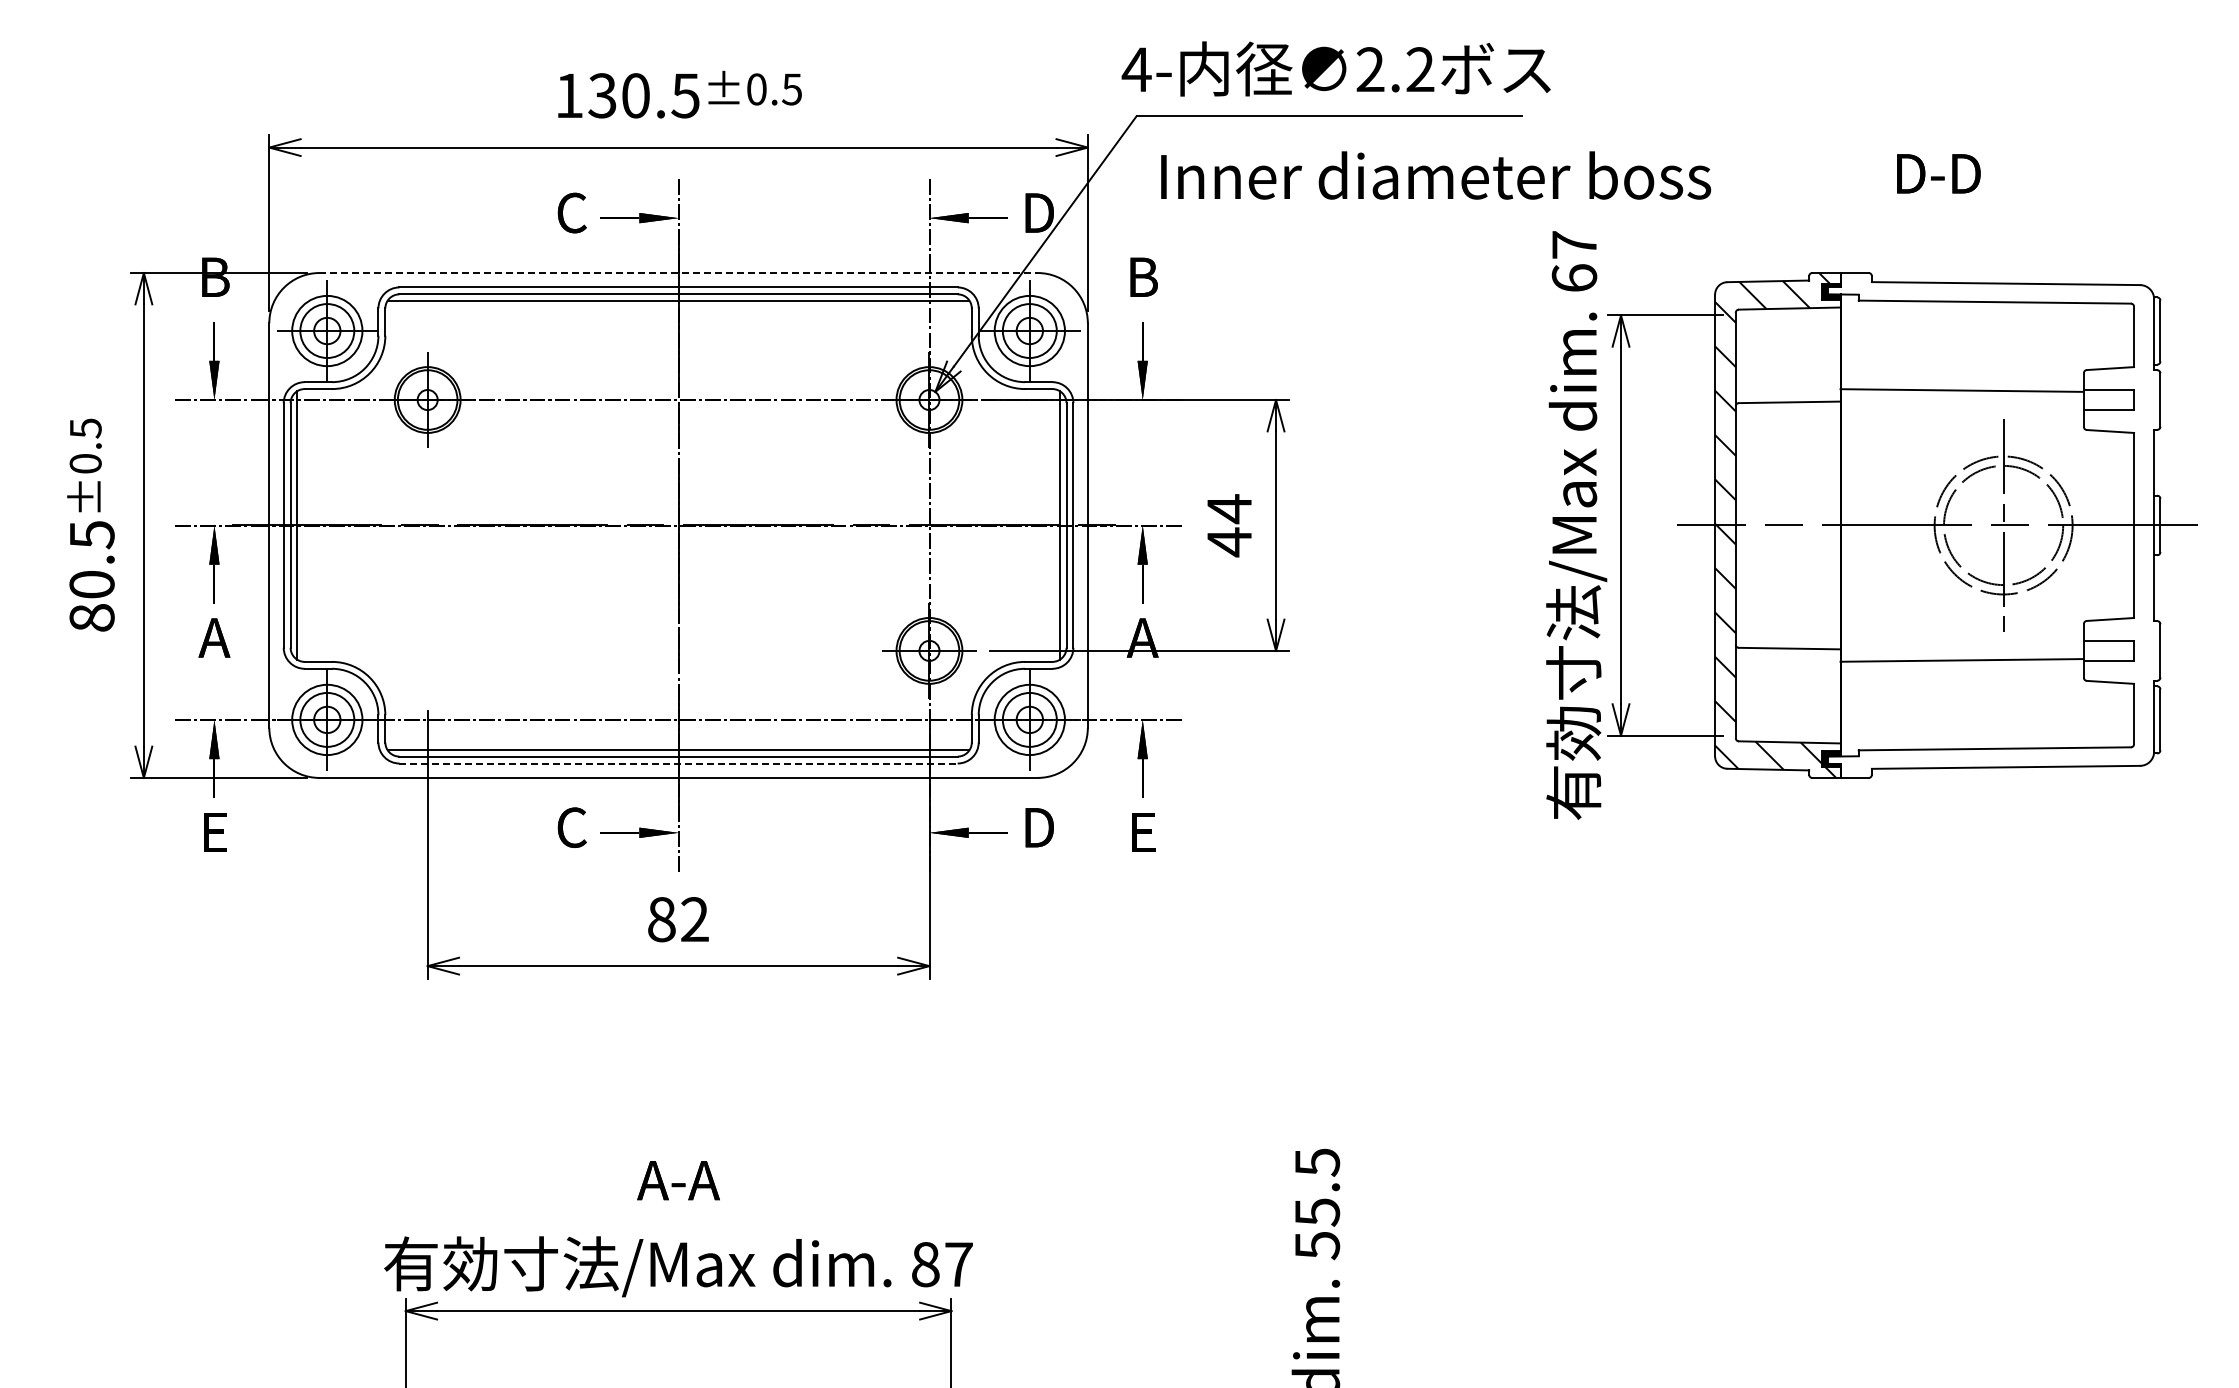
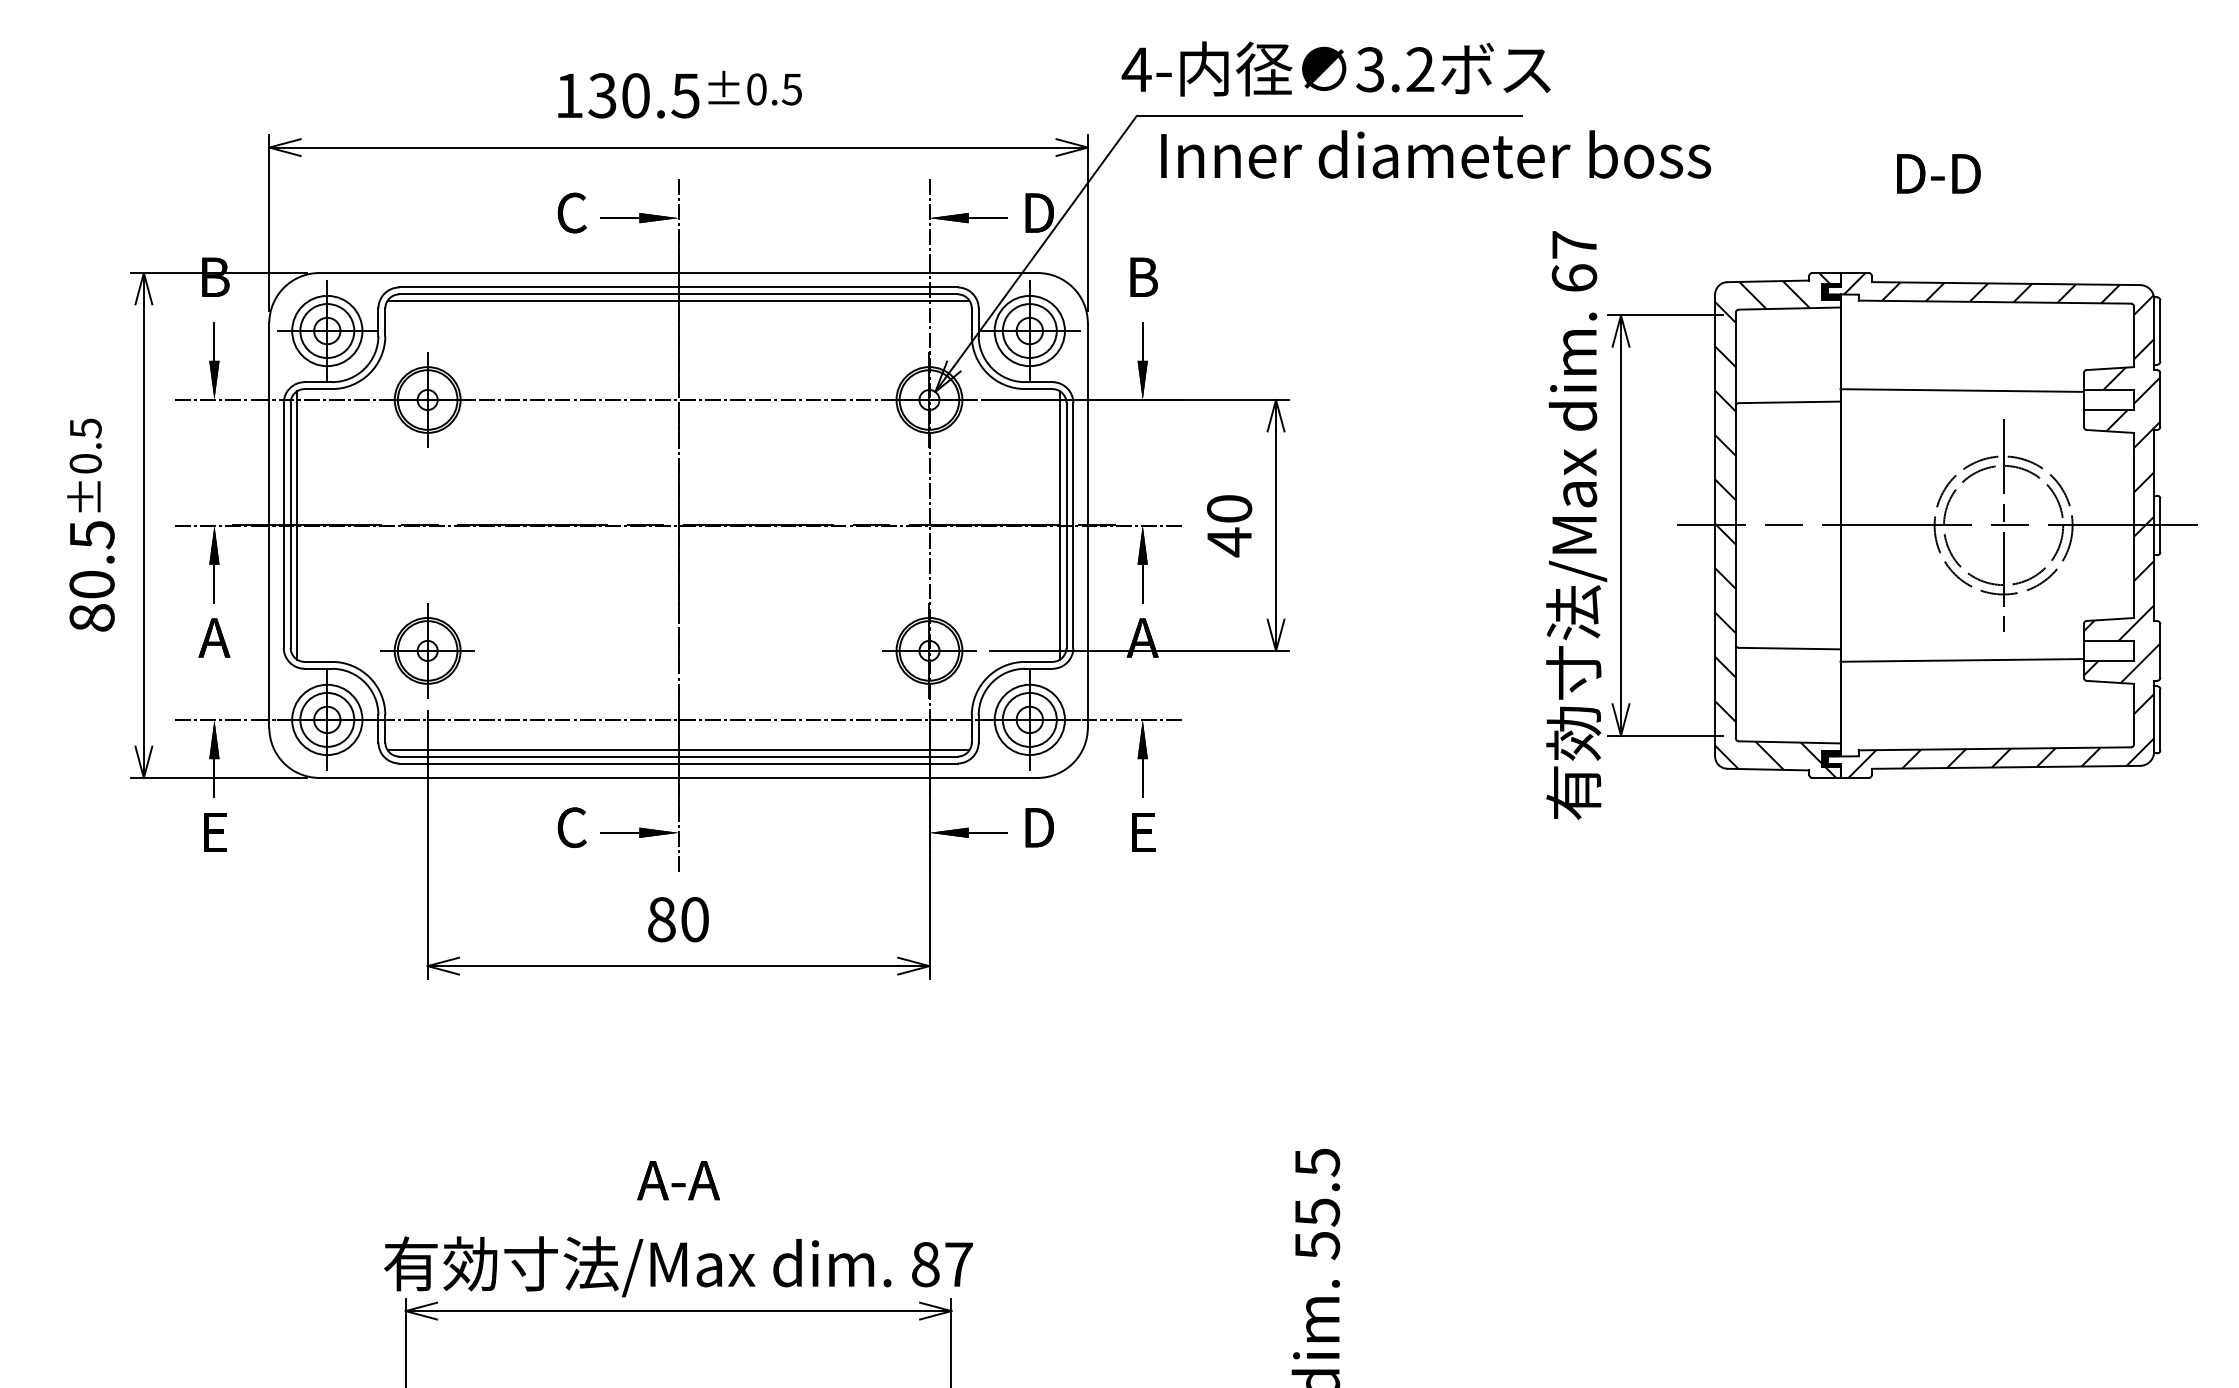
text at (1370, 69): 2.2 -> 3.2
text at (1436, 175) position: (1436, 175) -> (1436, 154)
line at (679, 273): dashed -> solid
text at (1229, 509): 44 -> 40
hatch at (2002, 525): none -> present
part at (427, 650): none -> present
line at (679, 763): dashed -> solid
text at (694, 919): 82 -> 80
